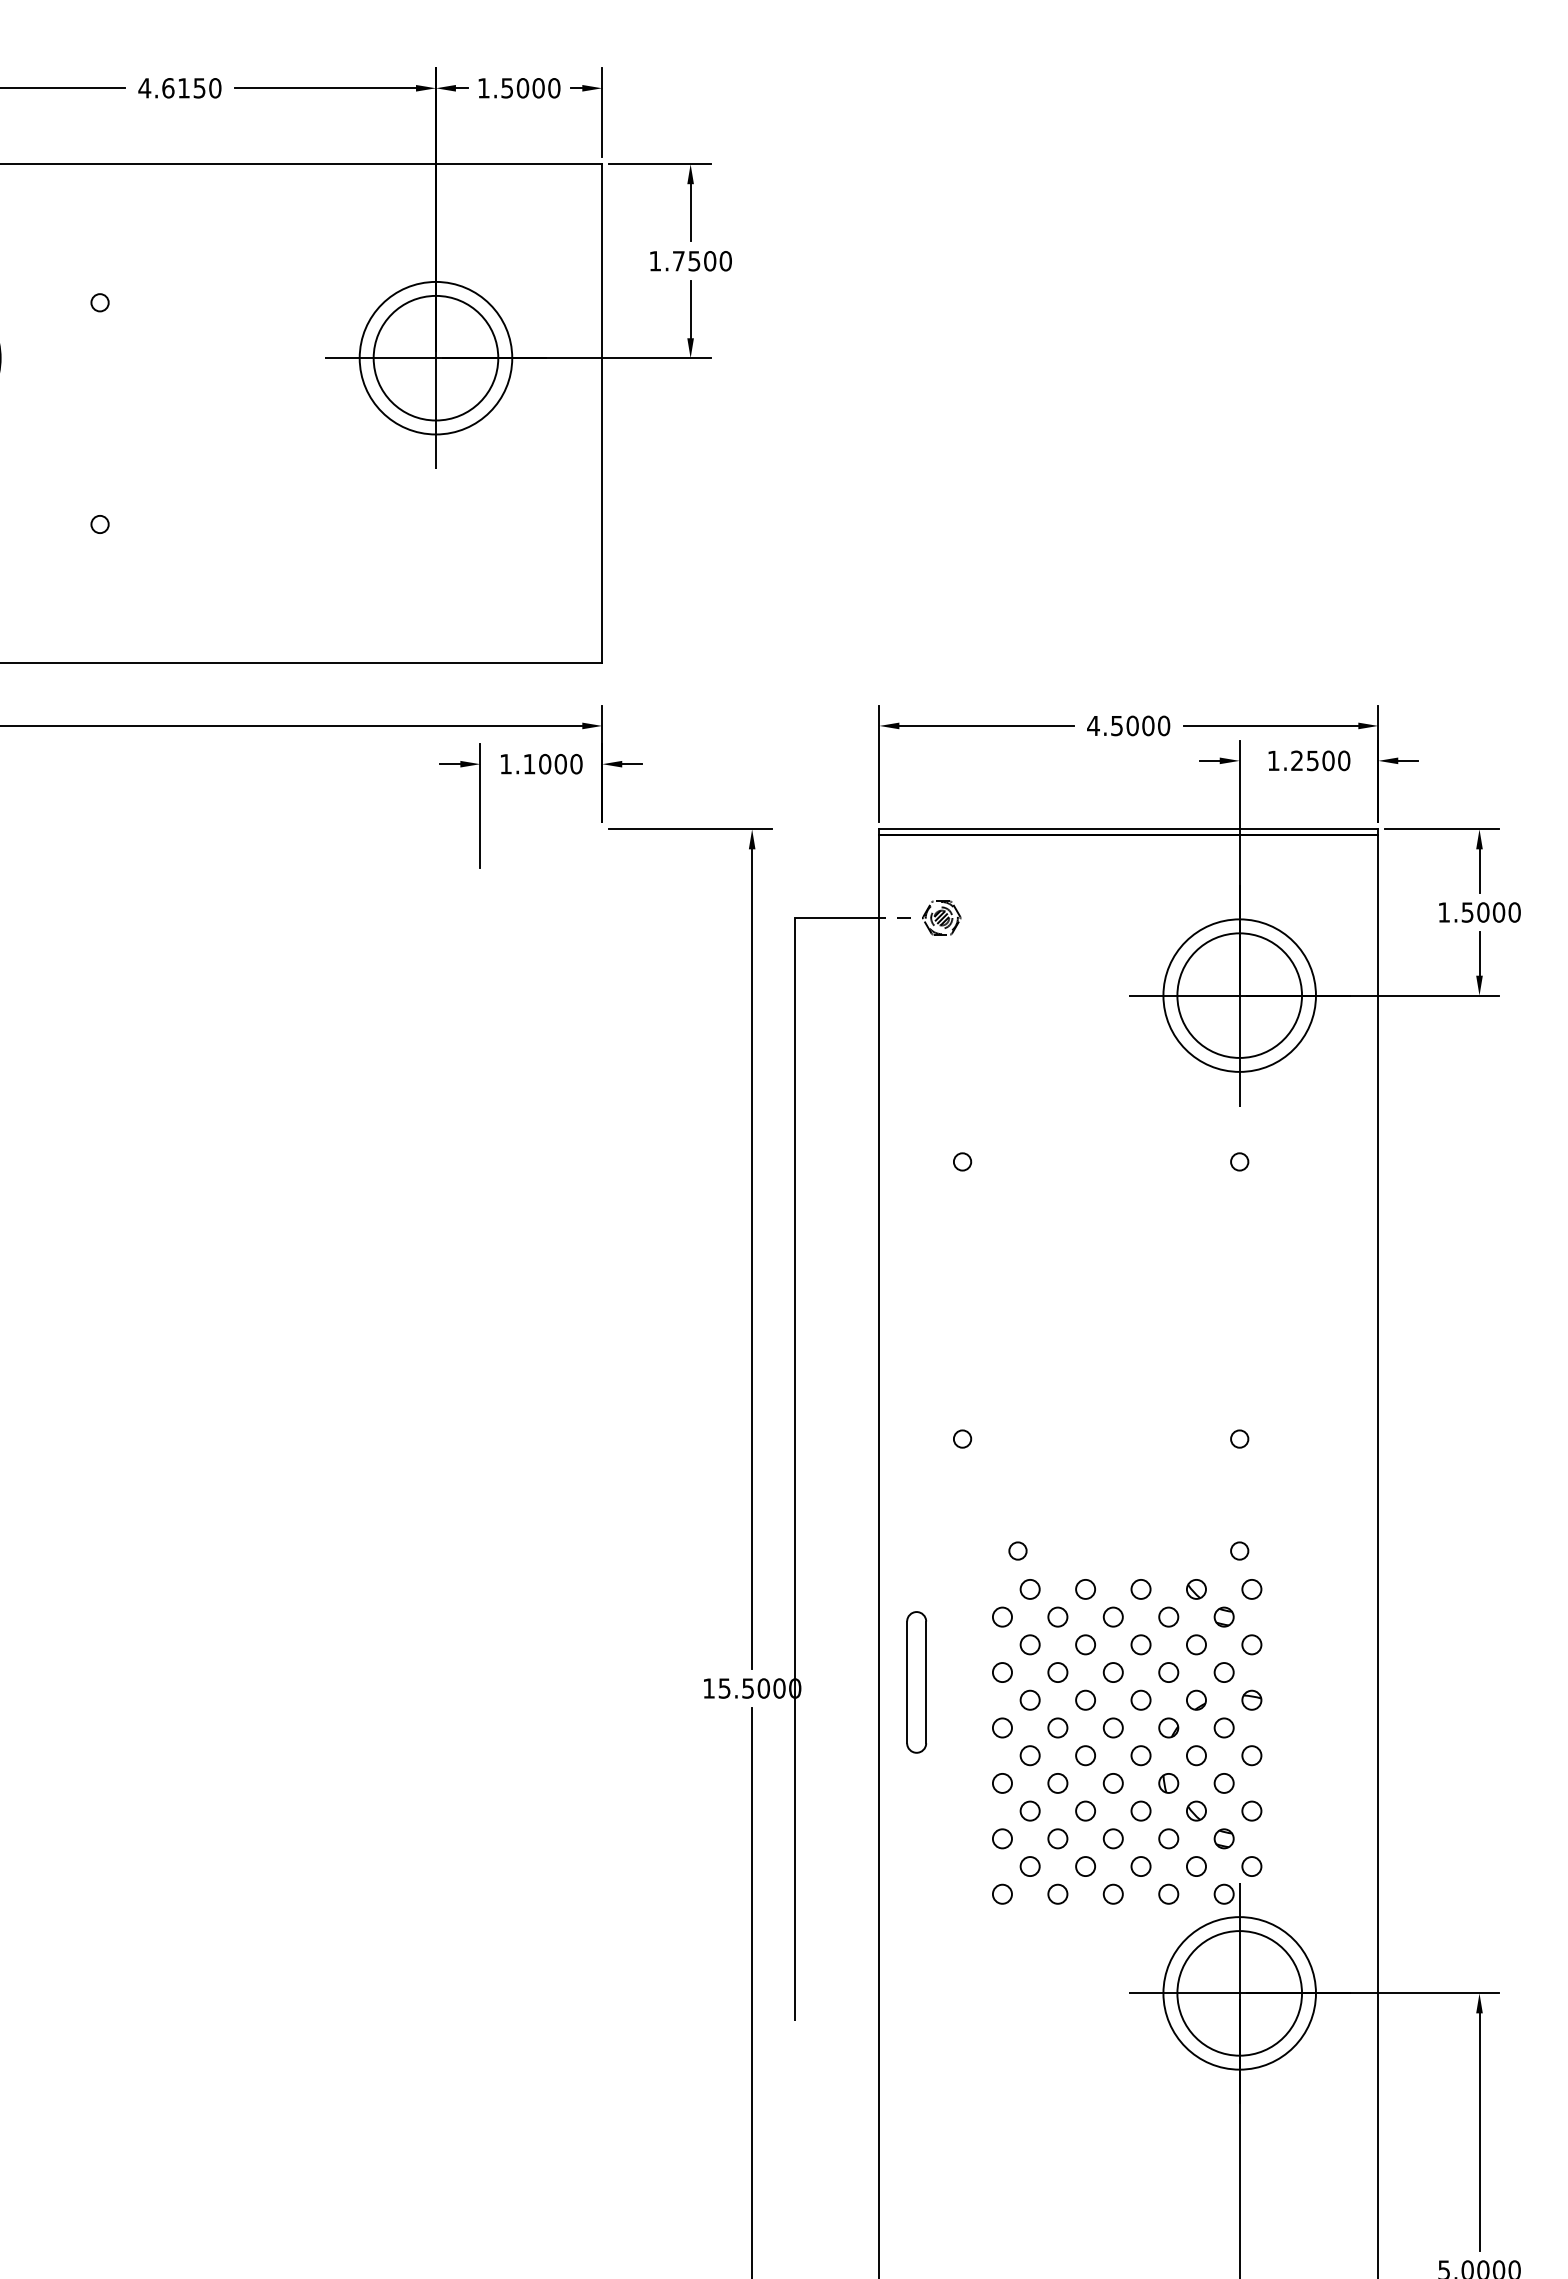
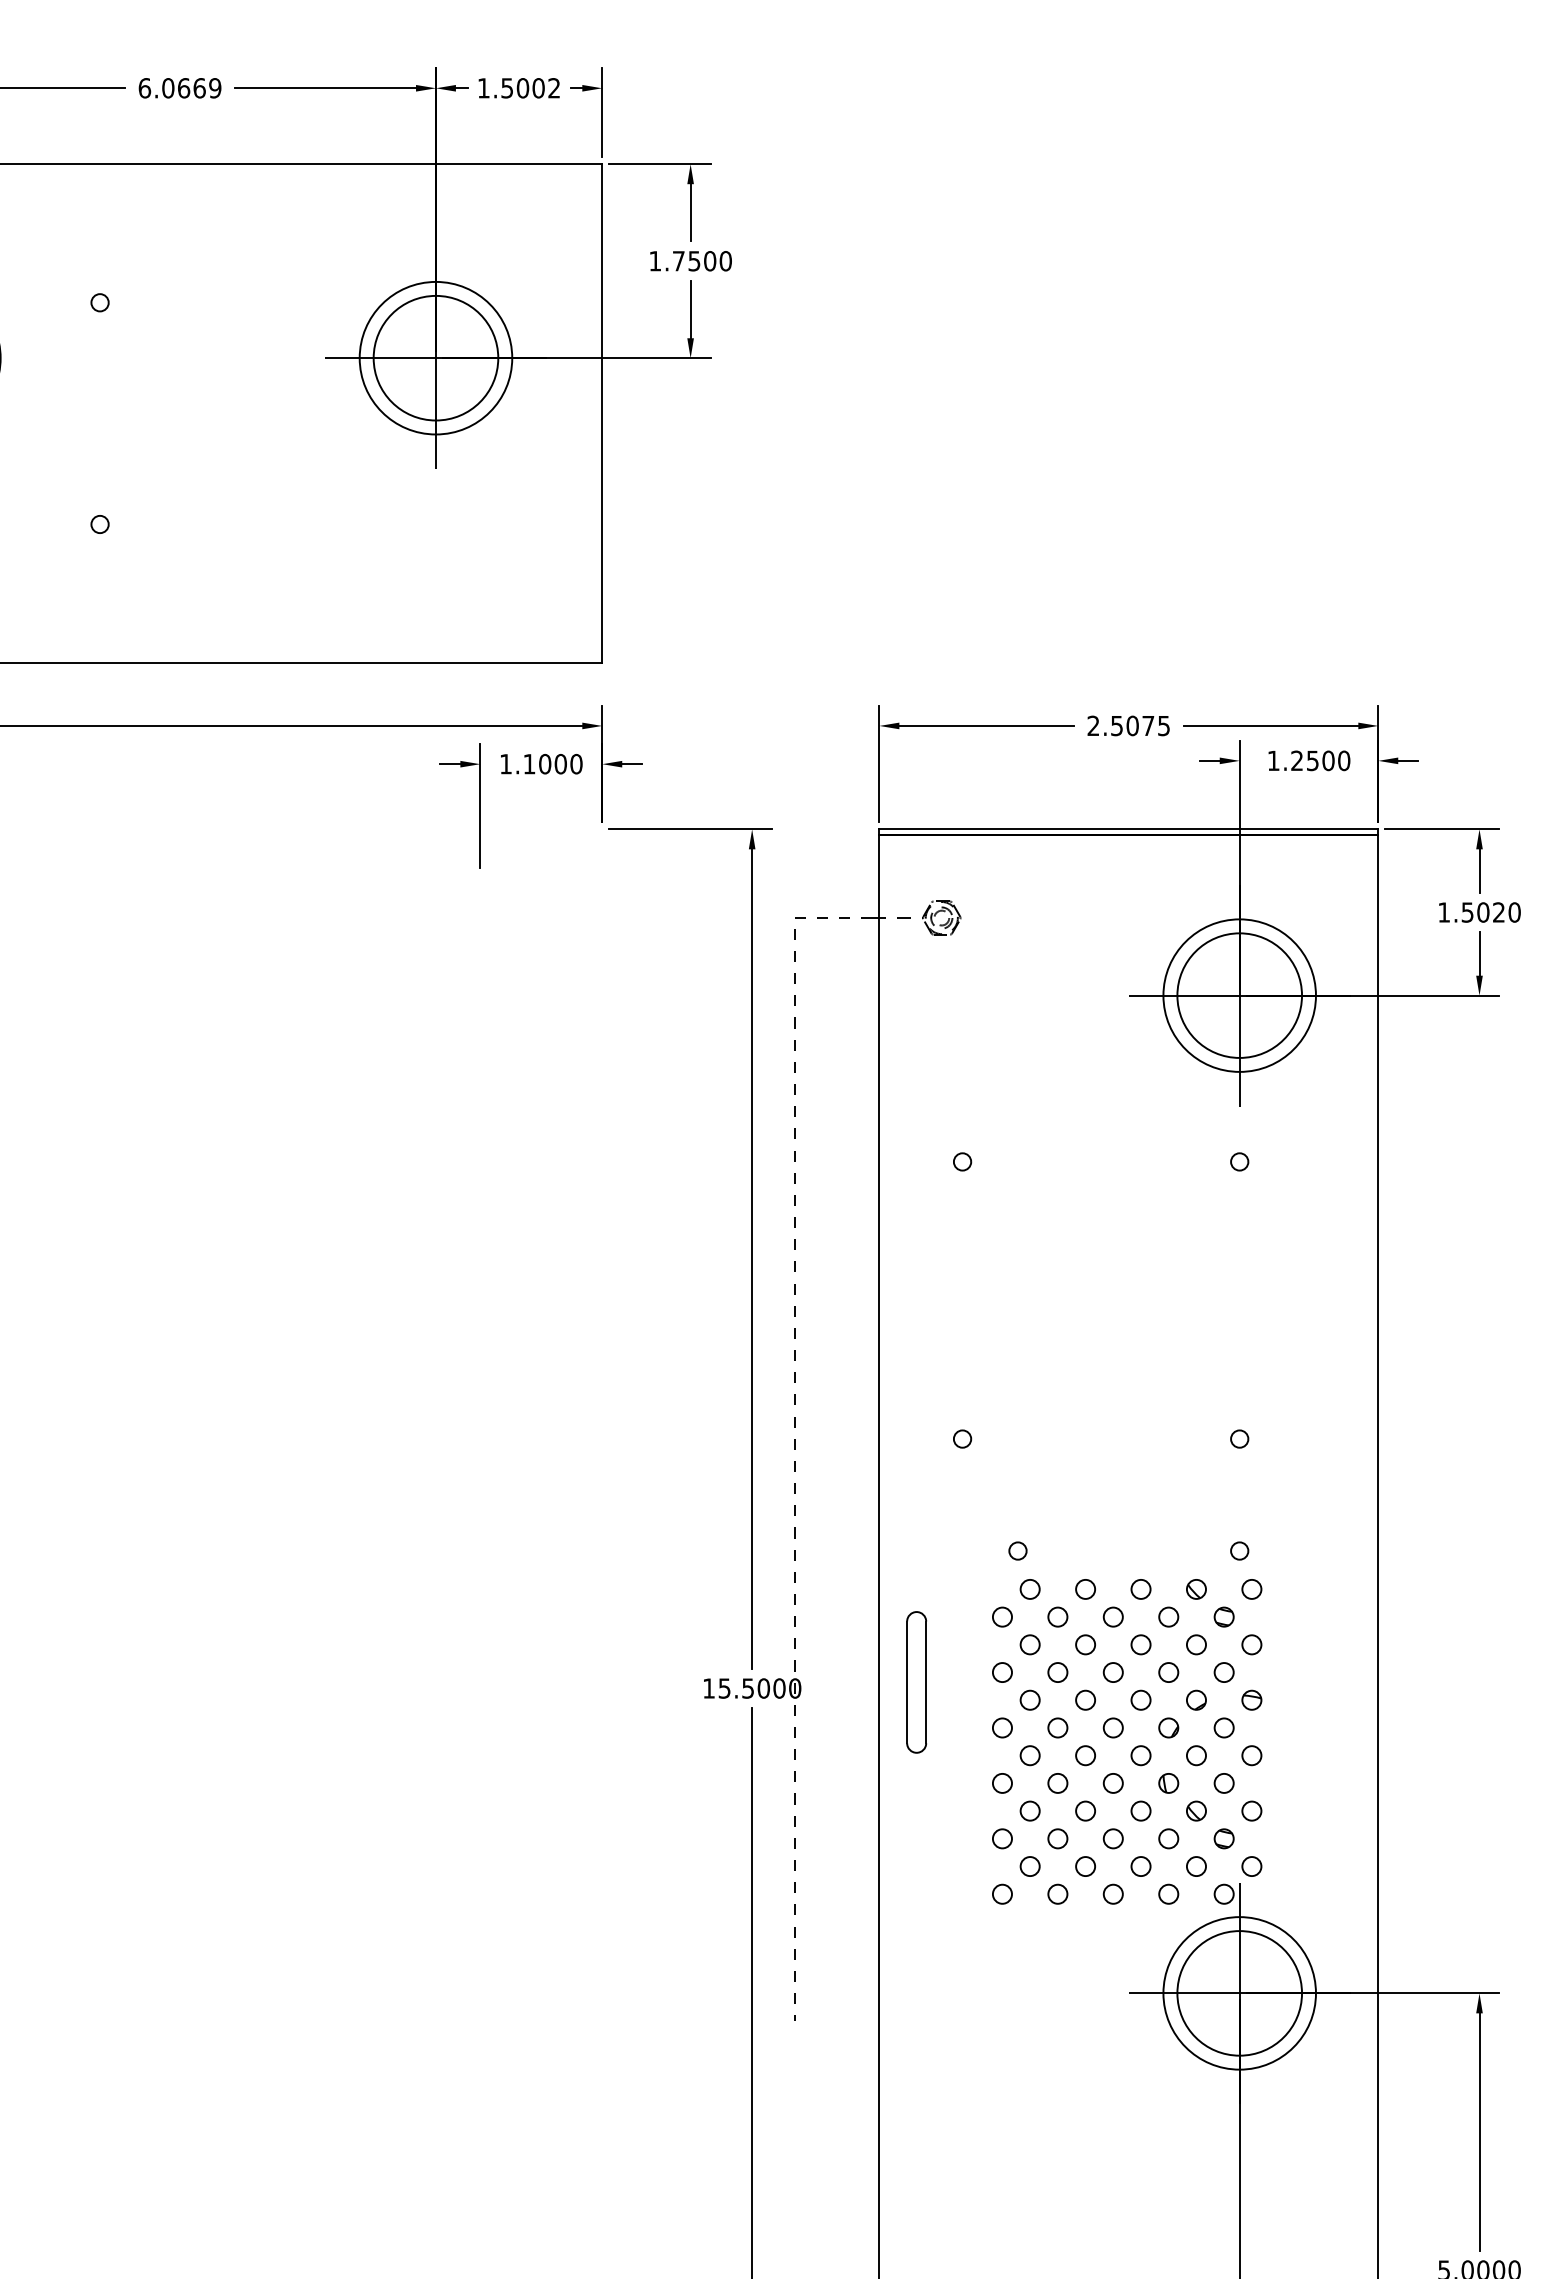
text at (179, 88): 4.6150 -> 6.0669
text at (554, 88): 1.5000 -> 1.5002
text at (1128, 725): 4.5000 -> 2.5075
text at (1498, 912): 1.5000 -> 1.5020
hatch at (941, 917): present -> none
line at (794, 1429): solid -> dashed
